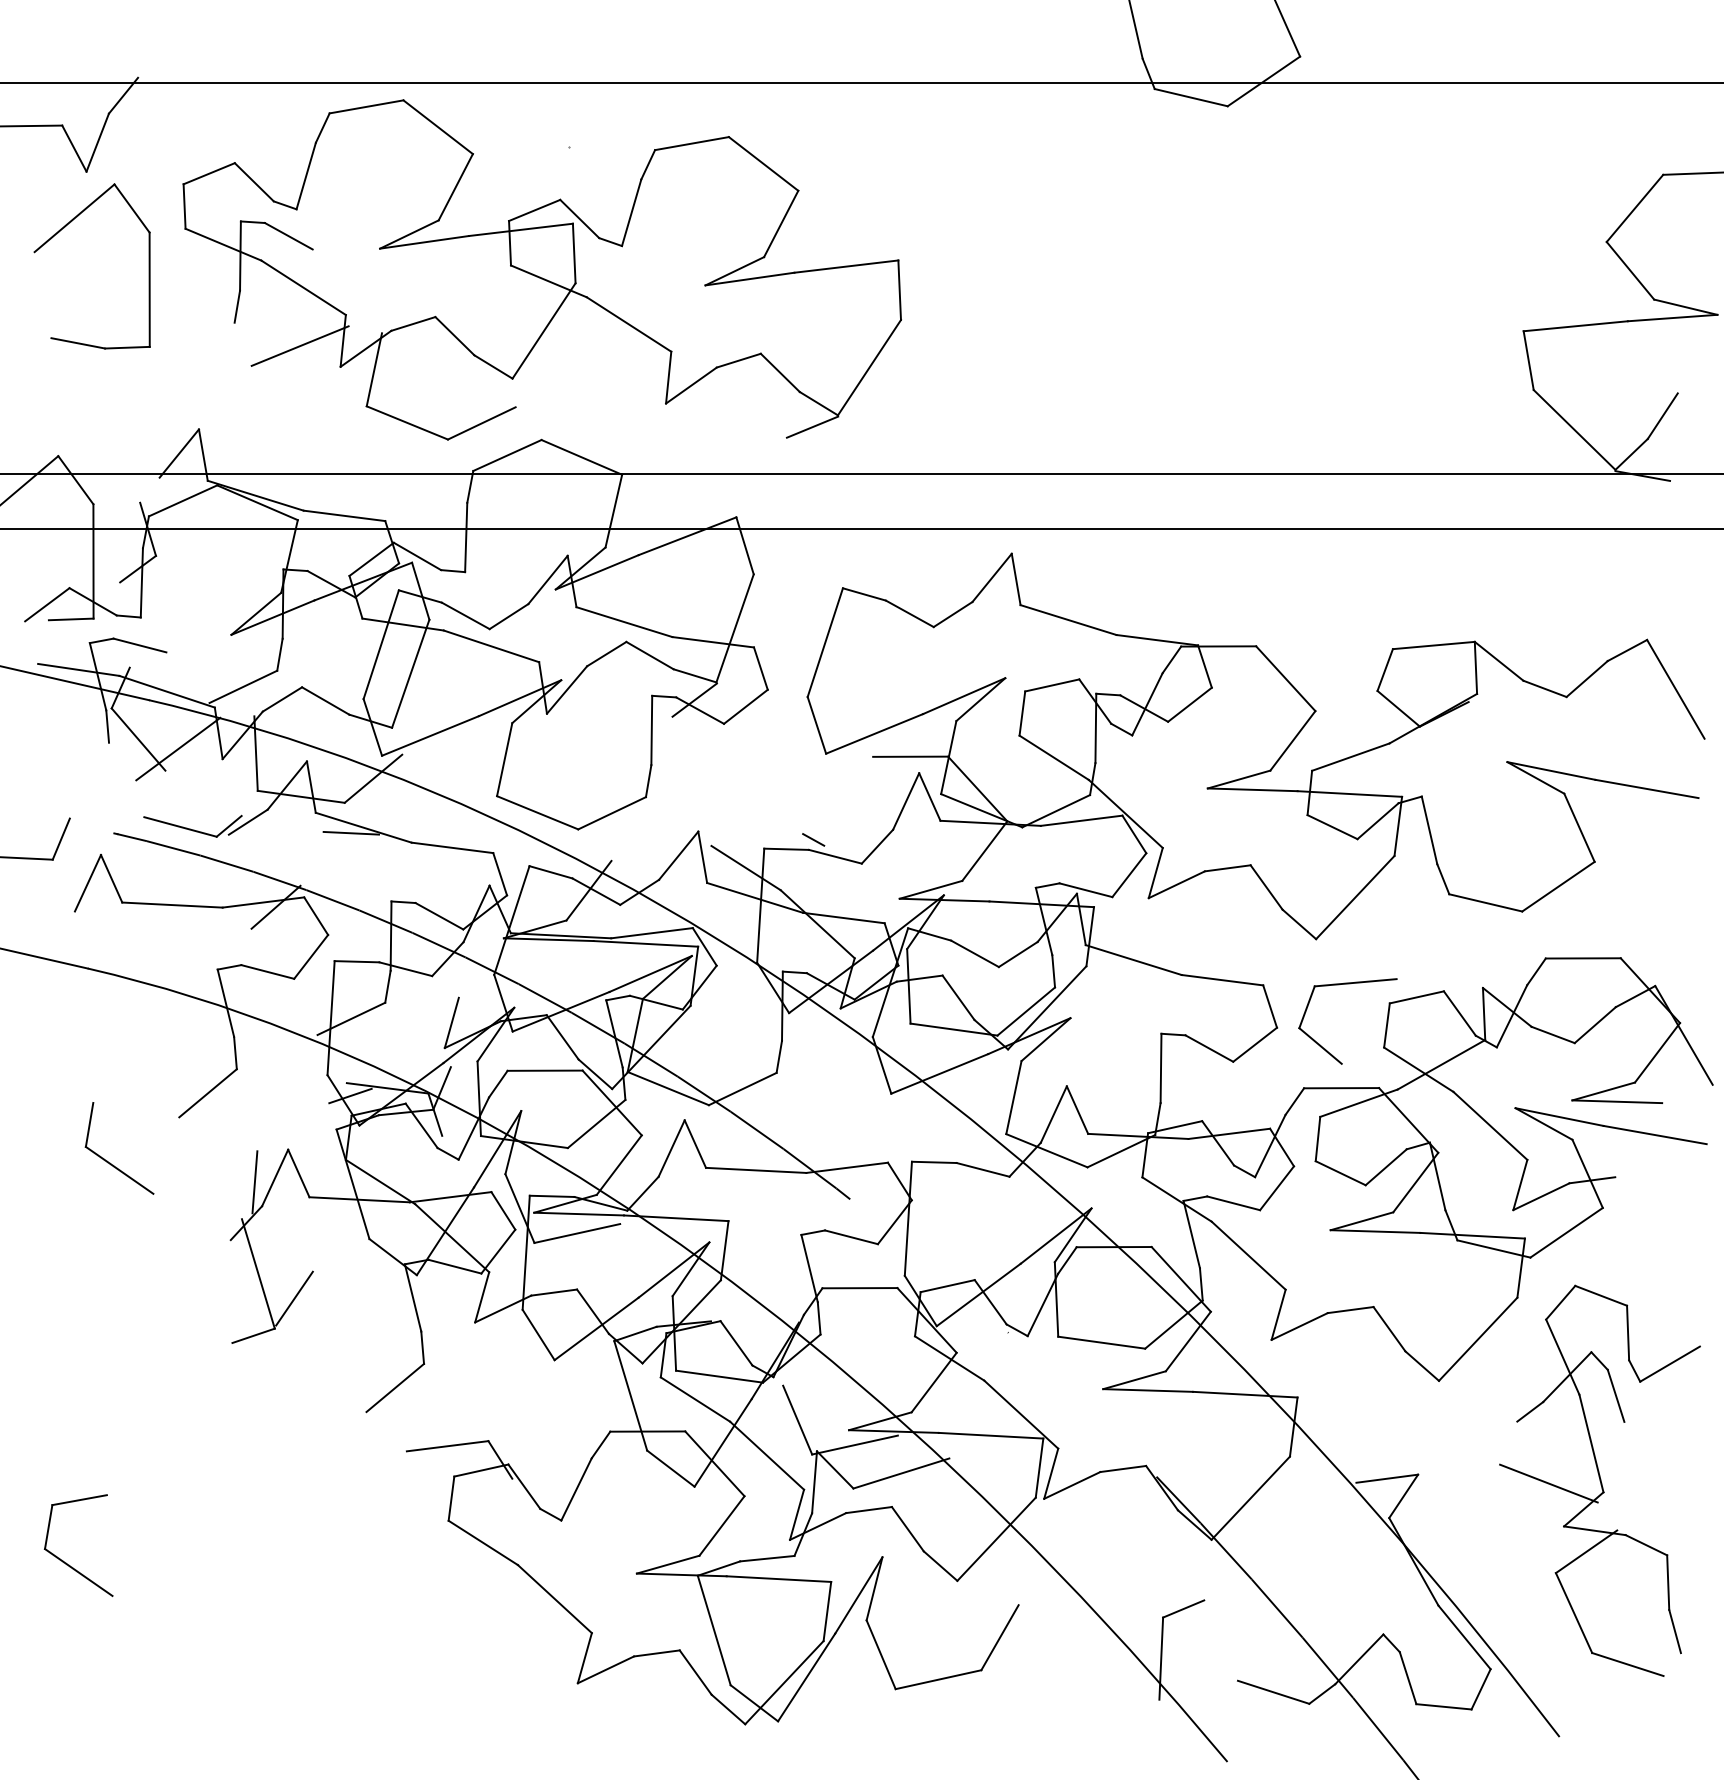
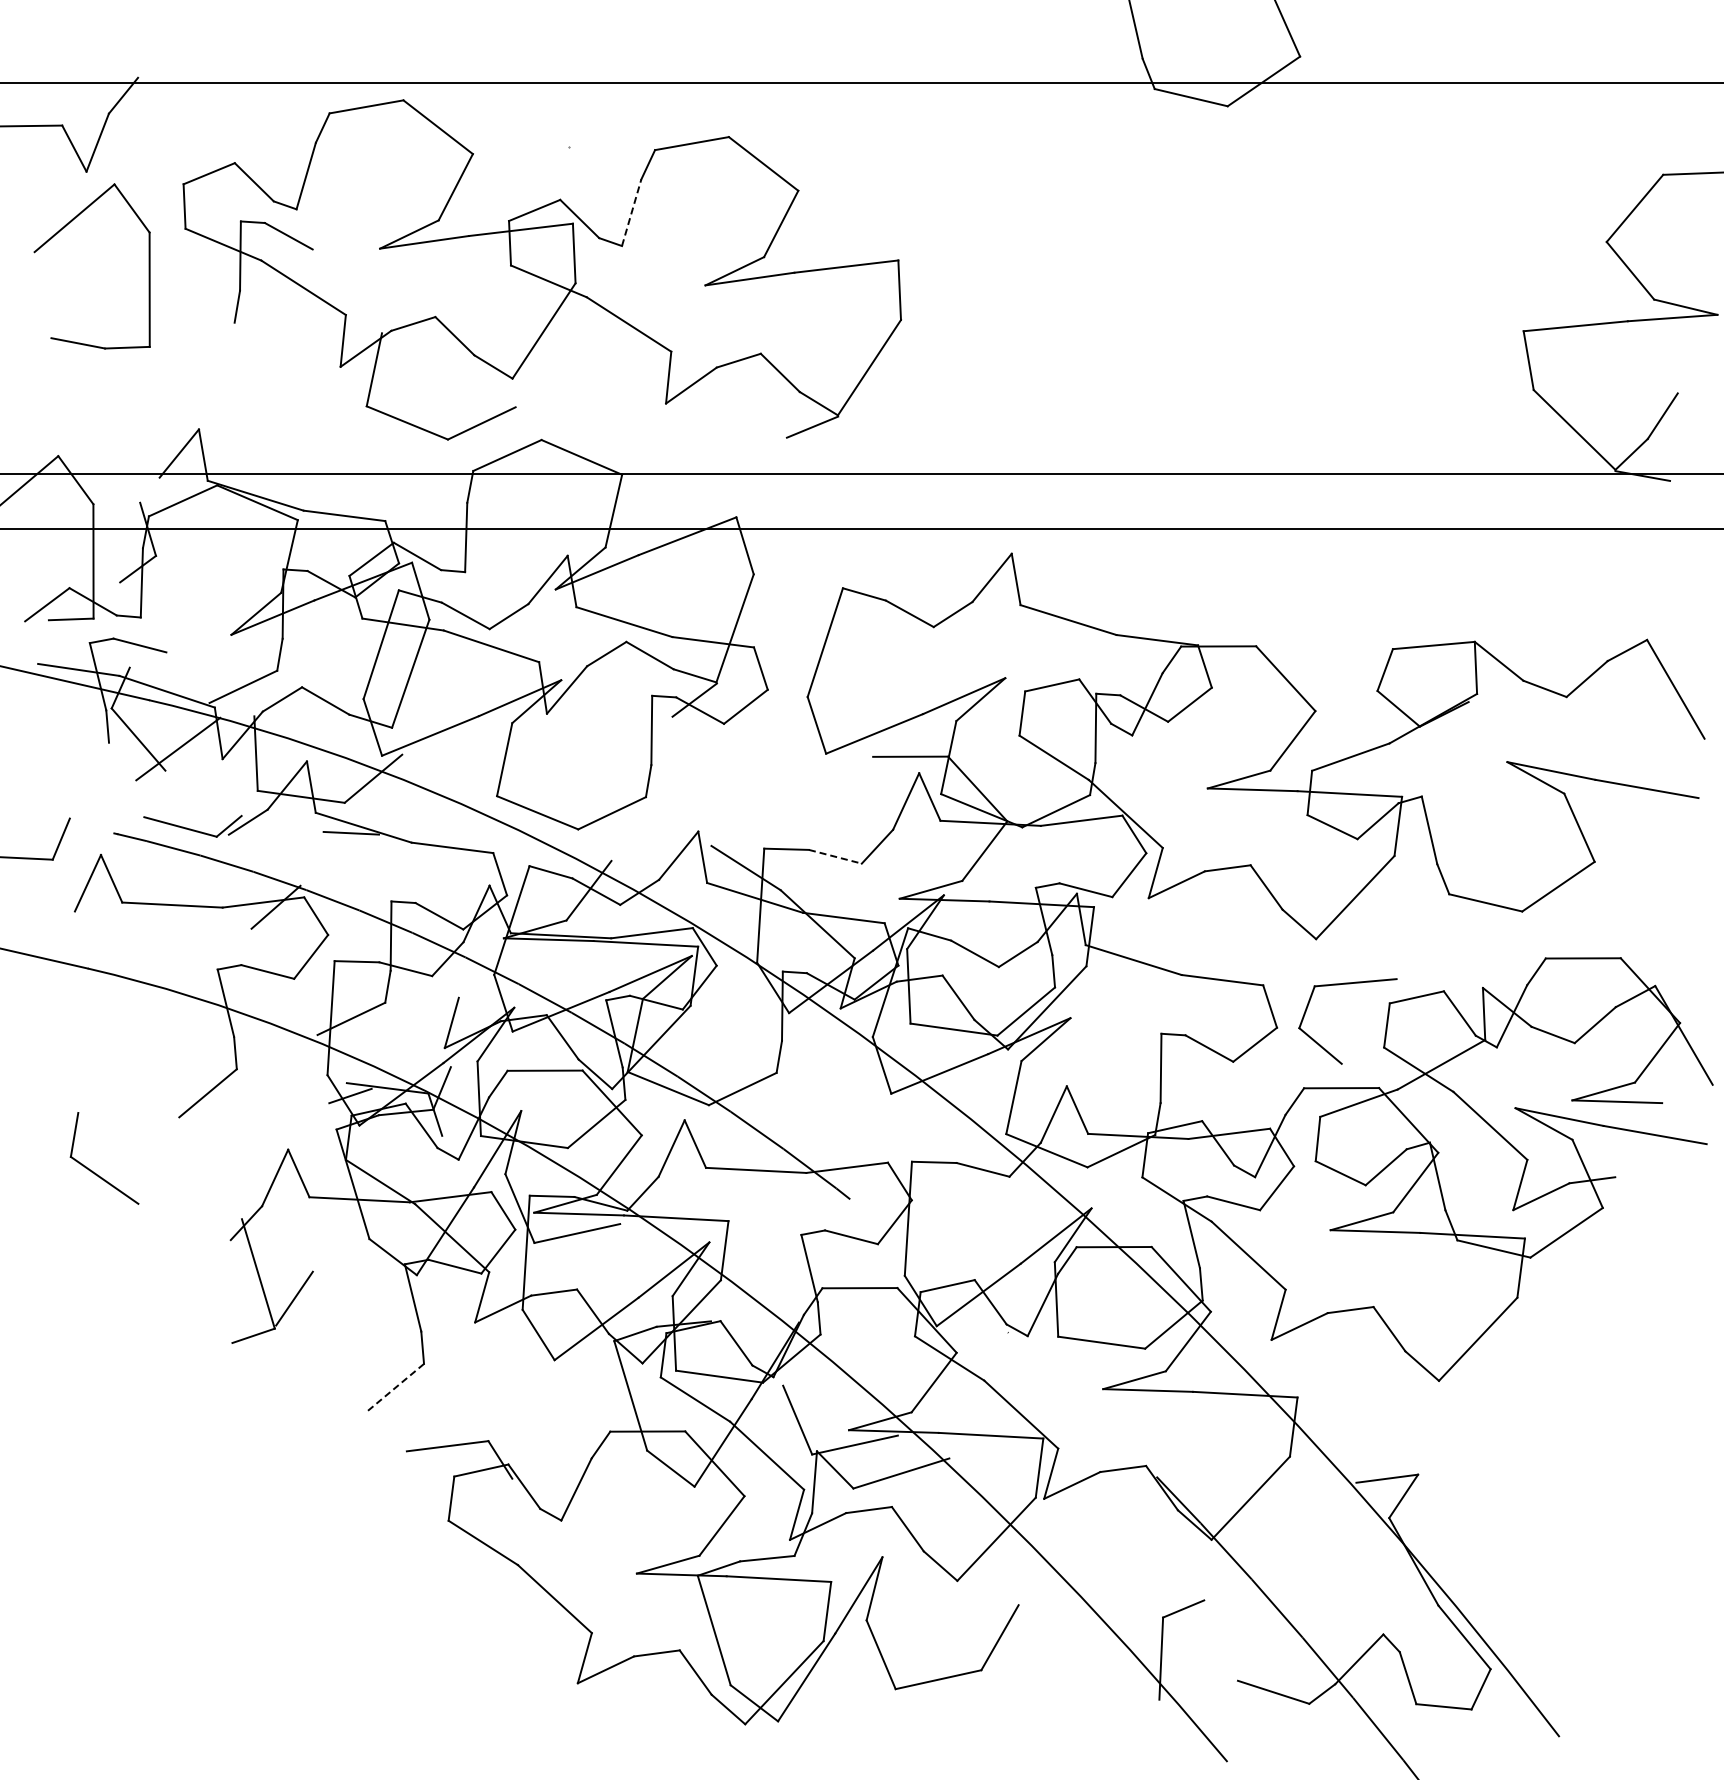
line at (631, 212): solid -> dashed
line at (299, 345): present -> none
line at (813, 839): present -> none
line at (835, 856): solid -> dashed
part at (110, 1162) position: (110, 1162) -> (95, 1172)
line at (254, 1182): present -> none
line at (394, 1388): solid -> dashed
part at (1599, 1480): present -> none
part at (66, 1562): present -> none
